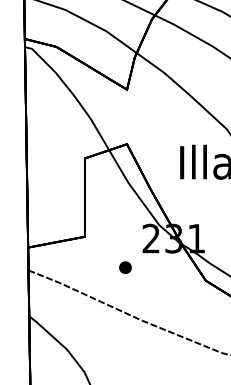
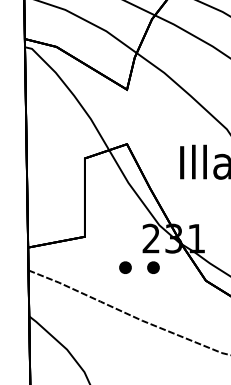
part at (153, 267): none -> present
